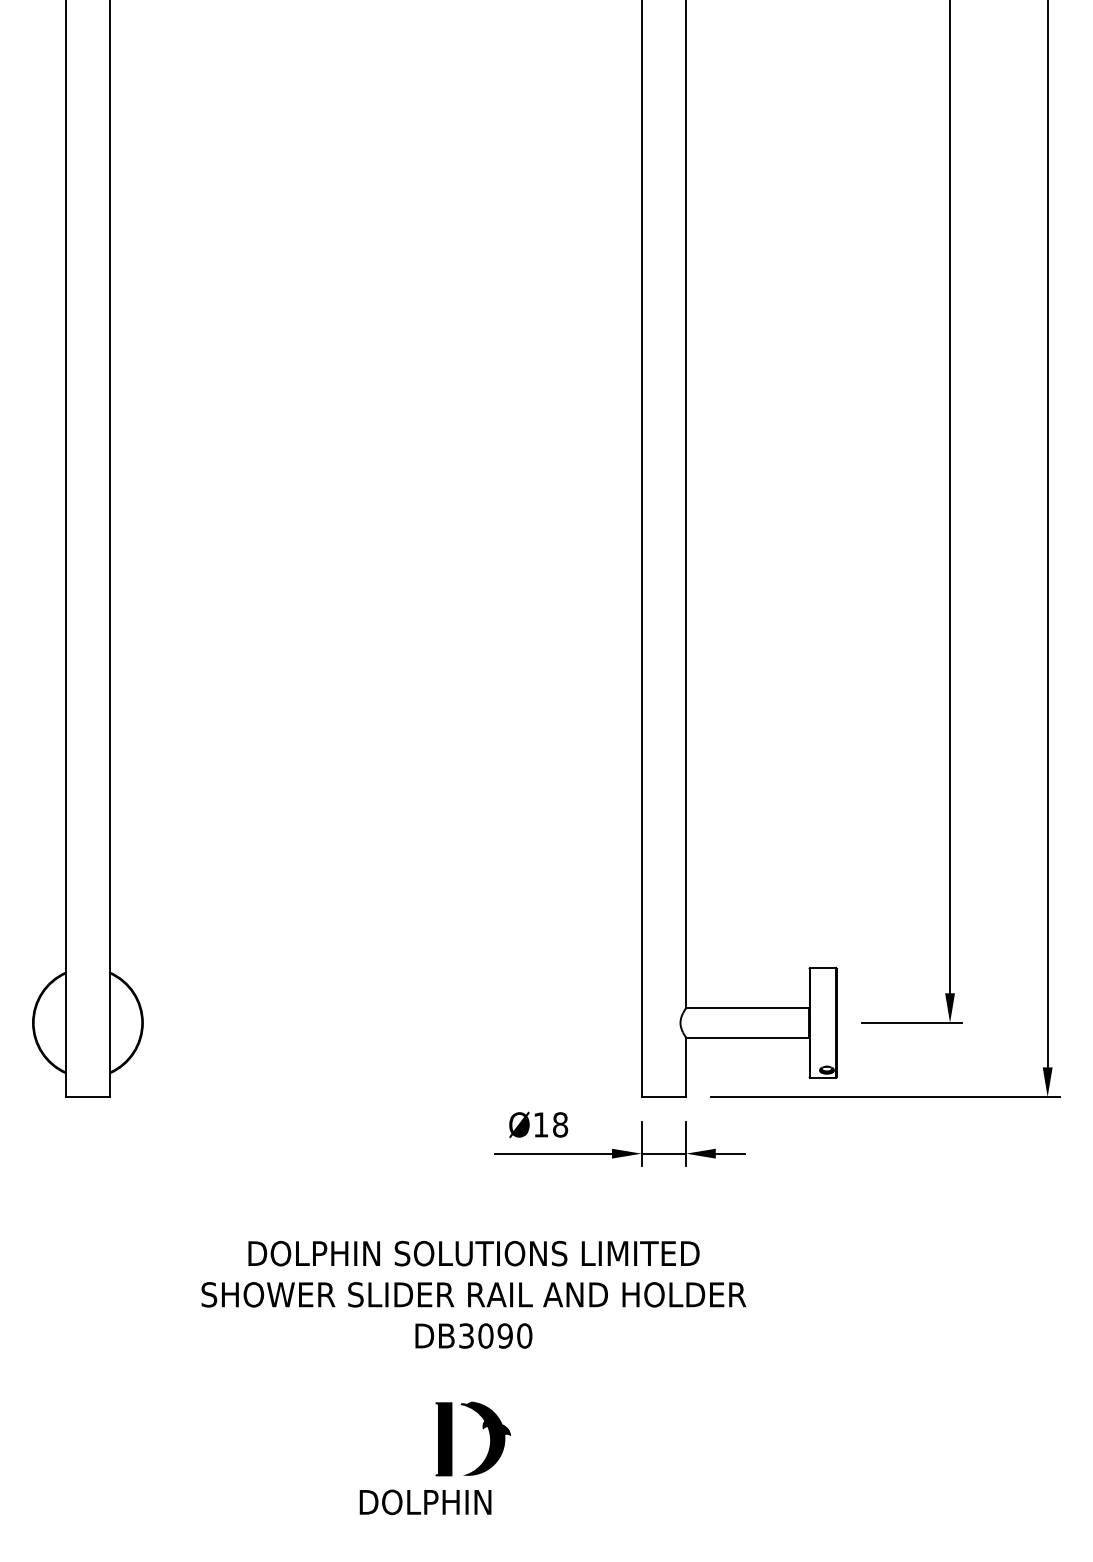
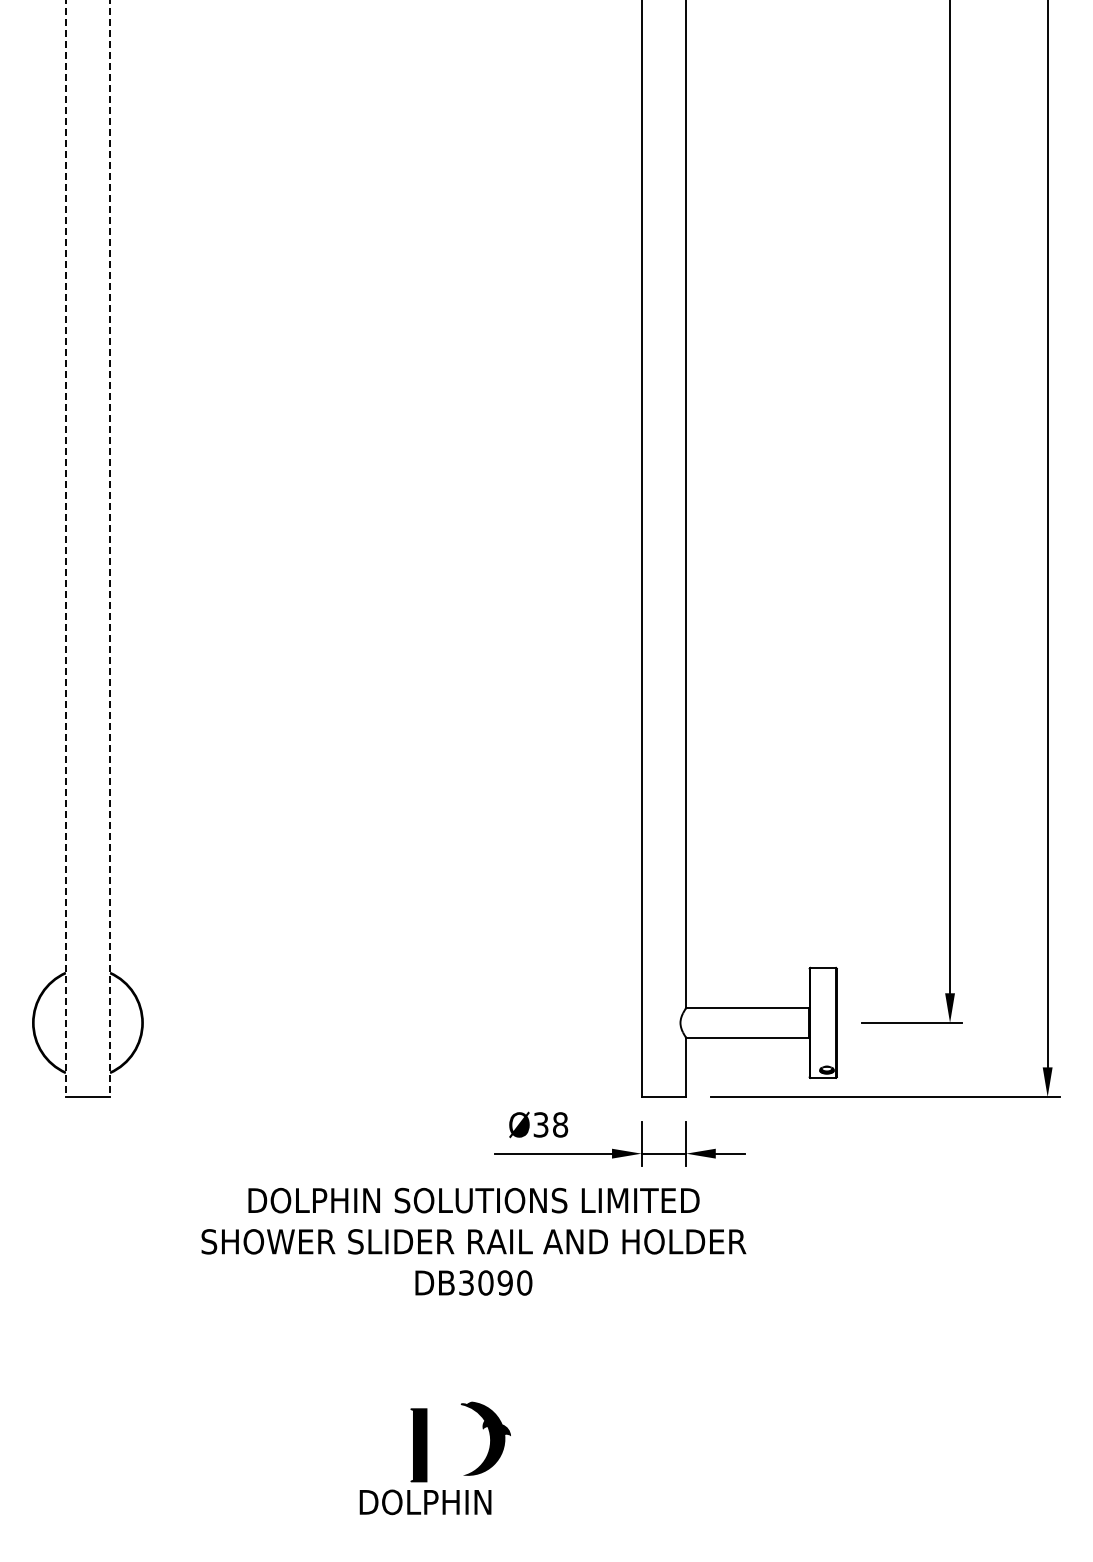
line at (65, 549): solid -> dashed
line at (110, 549): solid -> dashed
text at (540, 1124): Ø18 -> Ø38
text at (473, 1294) position: (473, 1294) -> (473, 1241)
part at (443, 1439) position: (443, 1439) -> (418, 1445)
